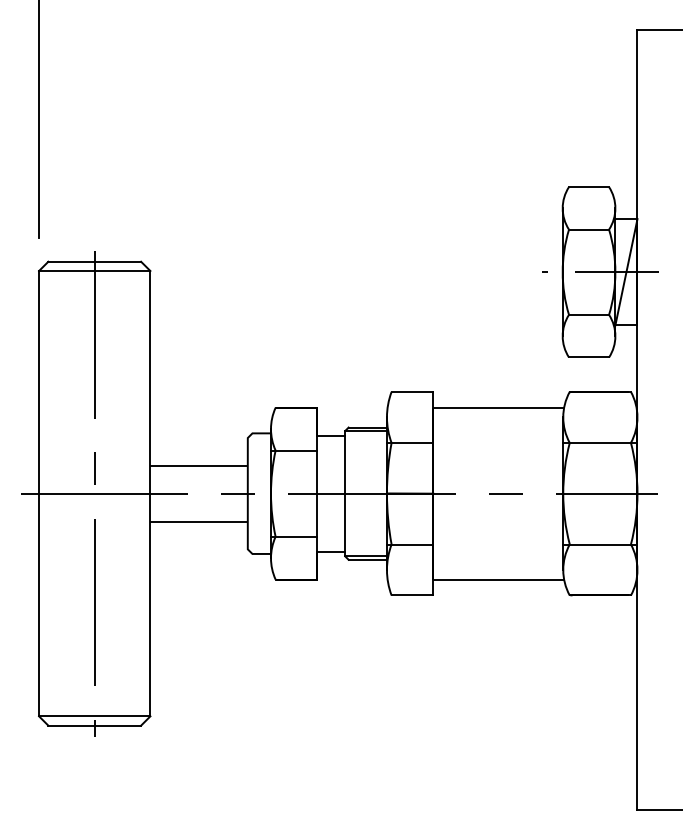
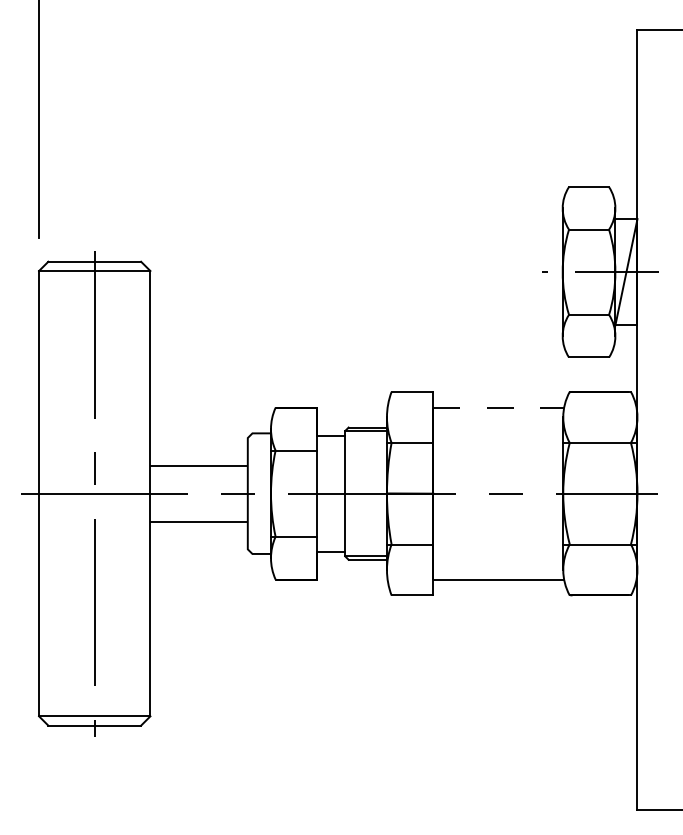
line at (499, 407): solid -> dashed
